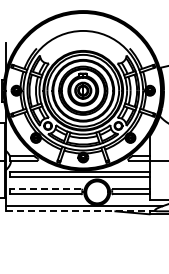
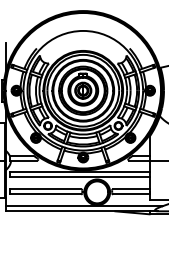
line at (45, 189): dashed -> solid
line at (82, 211): dashed -> solid
